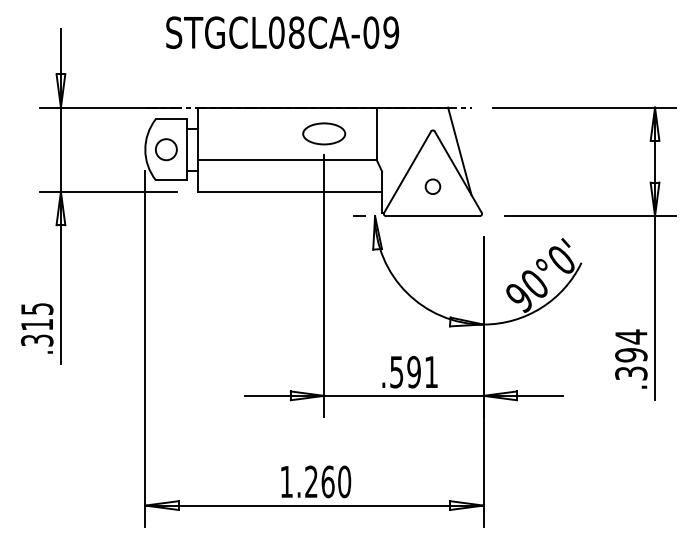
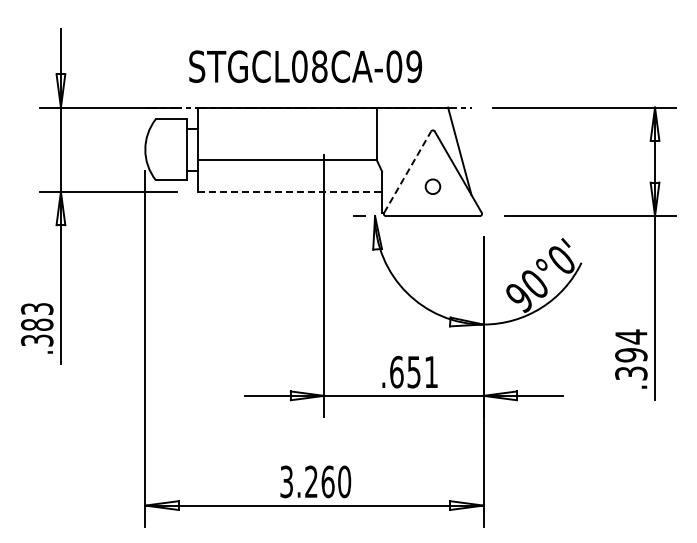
text at (282, 32) position: (282, 32) -> (305, 66)
part at (324, 133): present -> none
circle at (166, 149): present -> none
line at (407, 172): solid -> dashed
line at (290, 191): solid -> dashed
text at (37, 316): .315 -> .383
text at (405, 371): .591 -> .651
text at (286, 481): 1.260 -> 3.260
